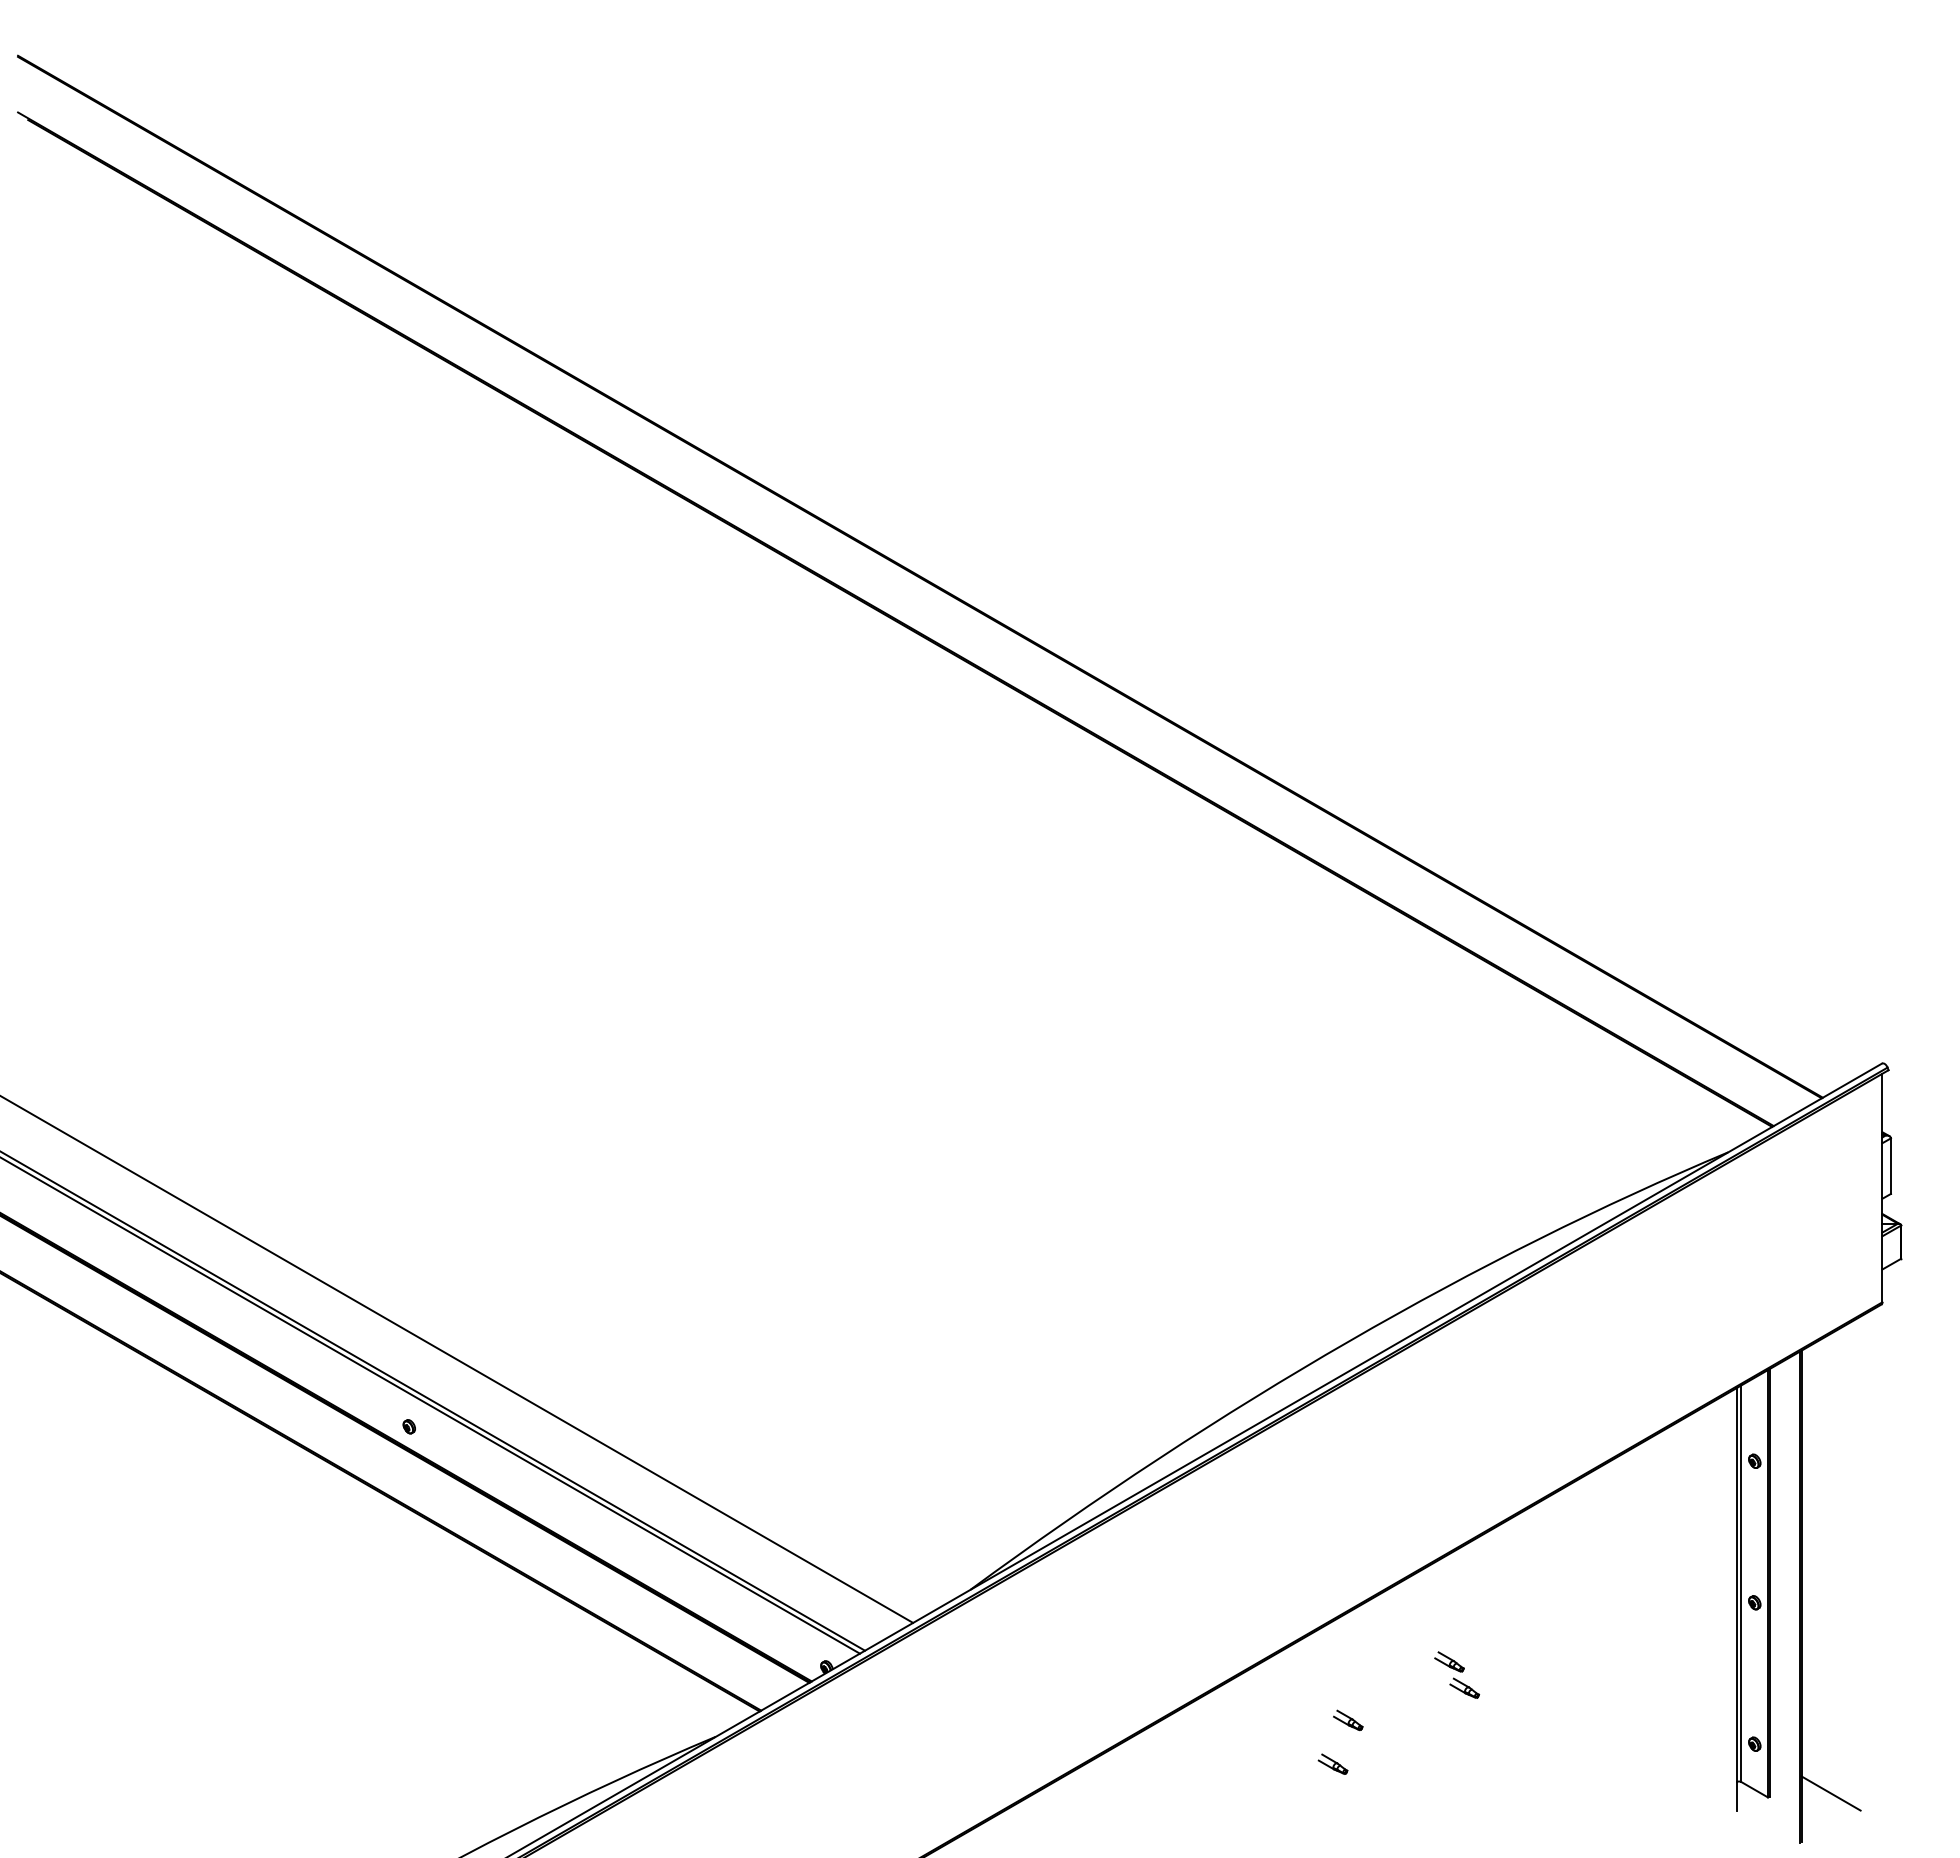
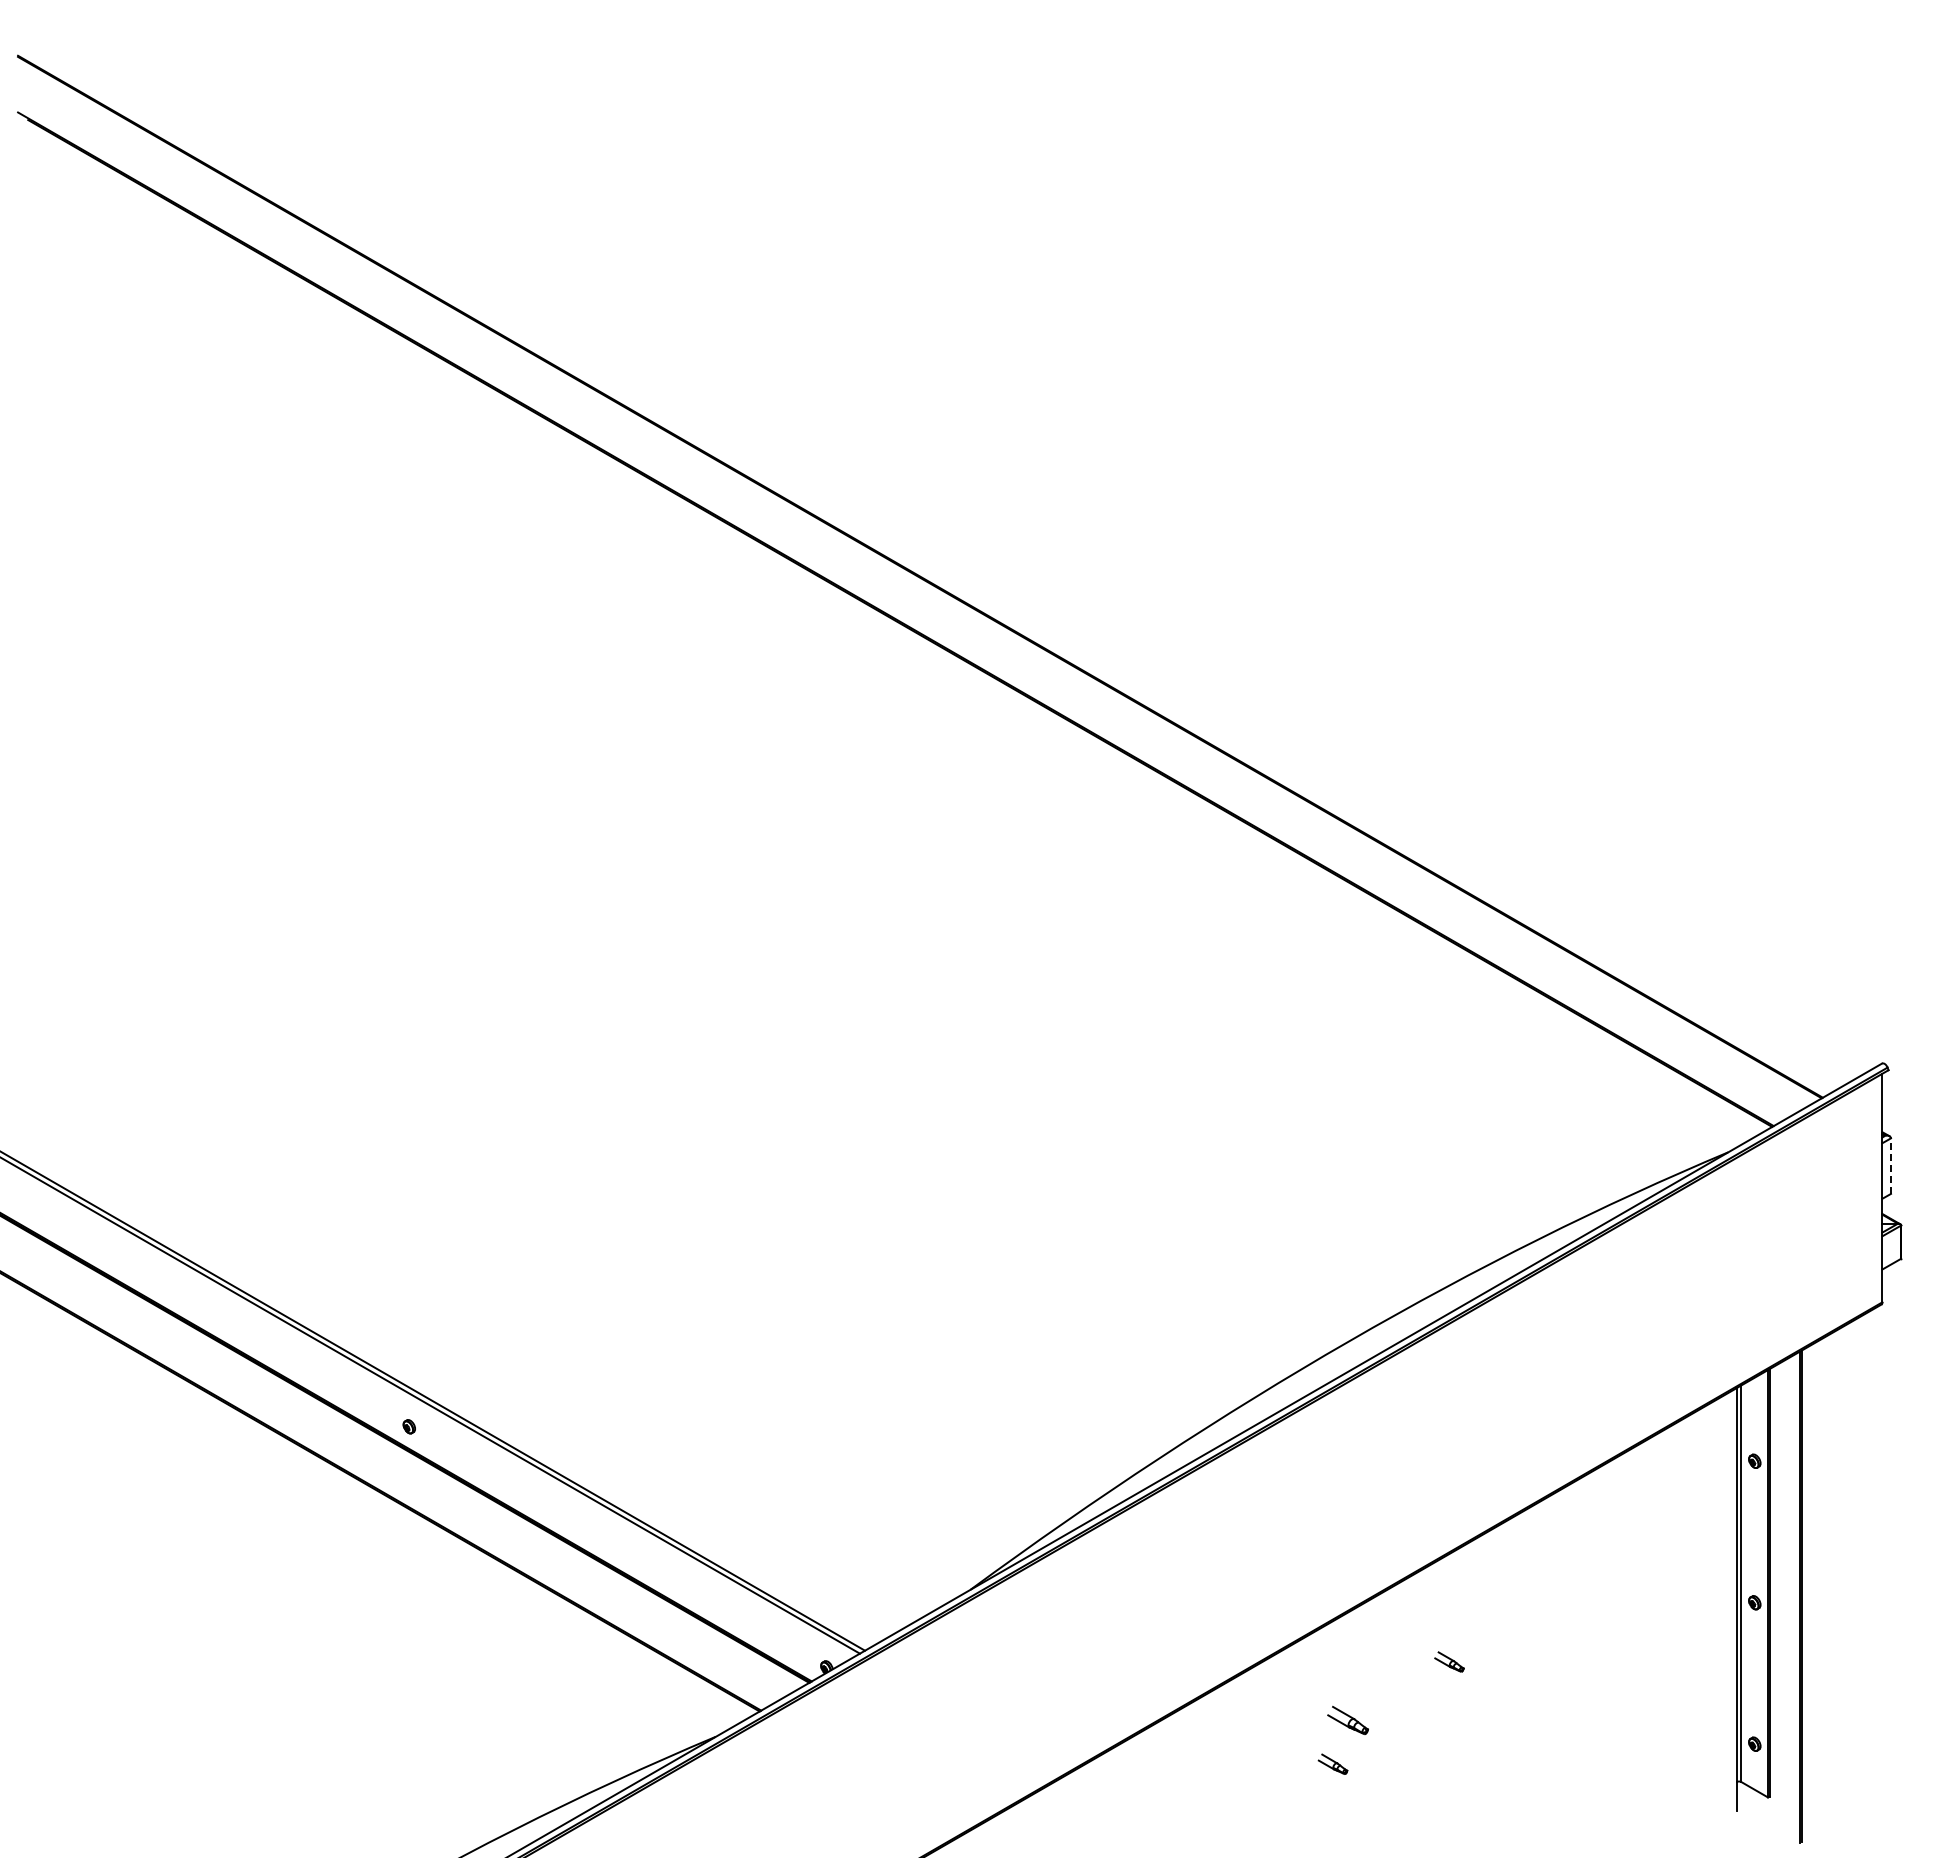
line at (1890, 1166): solid -> dashed
line at (457, 1359): present -> none
part at (1464, 1687): present -> none
part at (1348, 1720) size: 31x23 px -> 42x30 px
line at (1830, 1793): present -> none
